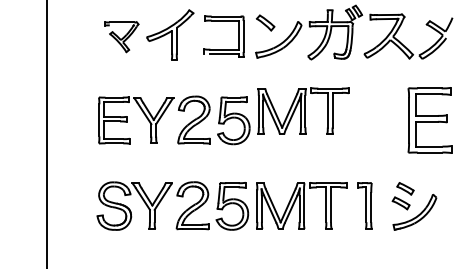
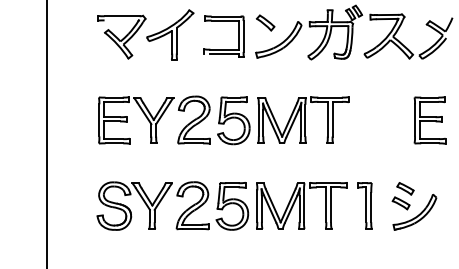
part at (121, 37) size: 36x33 px -> 50x46 px
part at (303, 110) position: (303, 110) -> (303, 119)
part at (429, 120) size: 46x67 px -> 34x49 px
